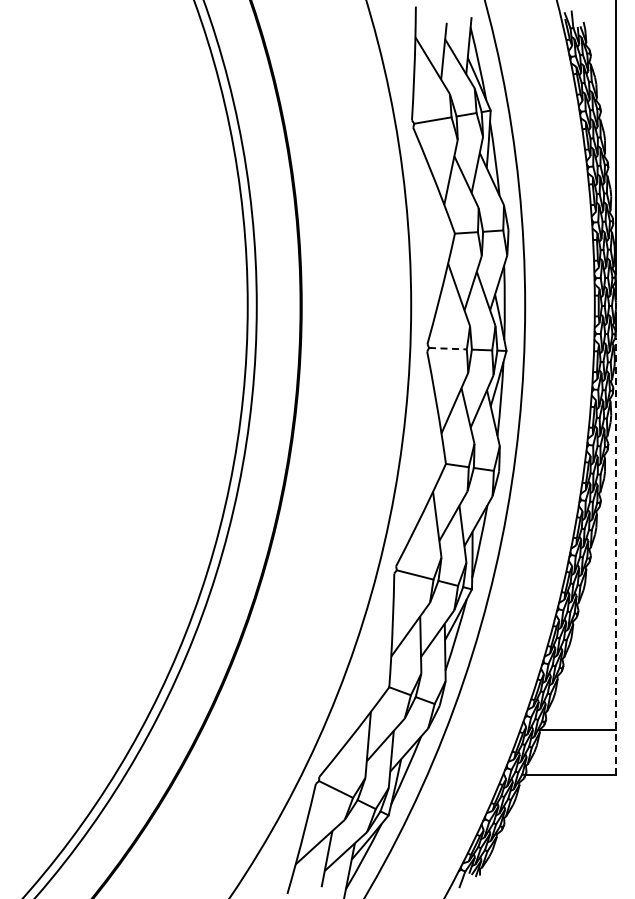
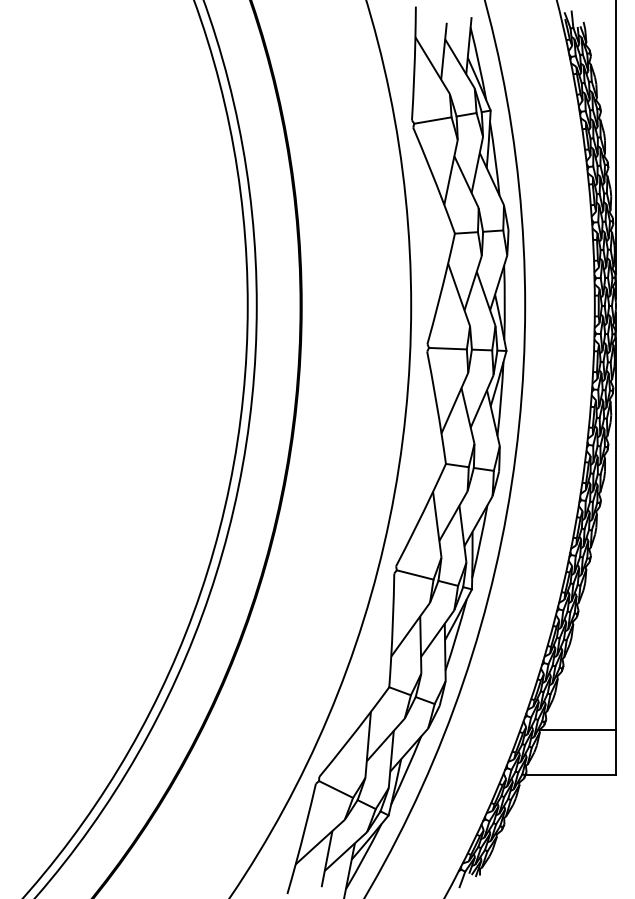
line at (447, 348): dashed -> solid
line at (615, 556): dashed -> solid
